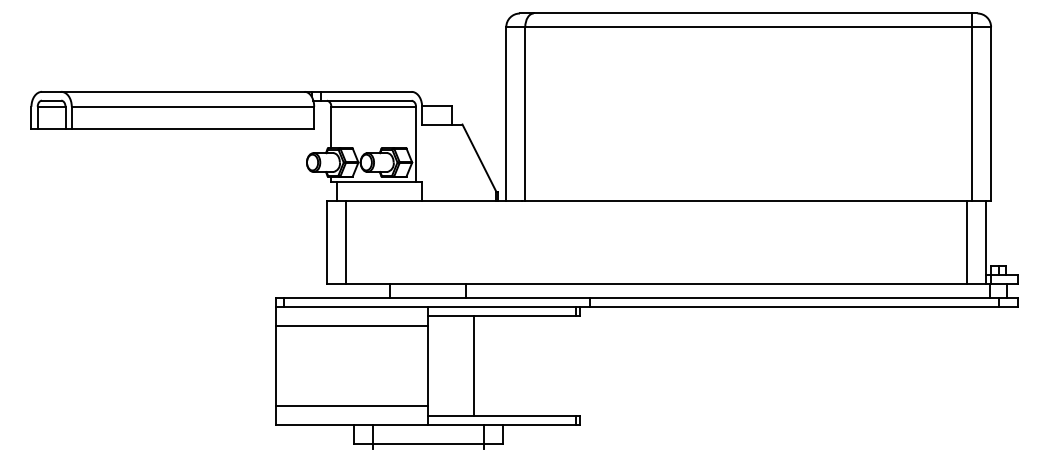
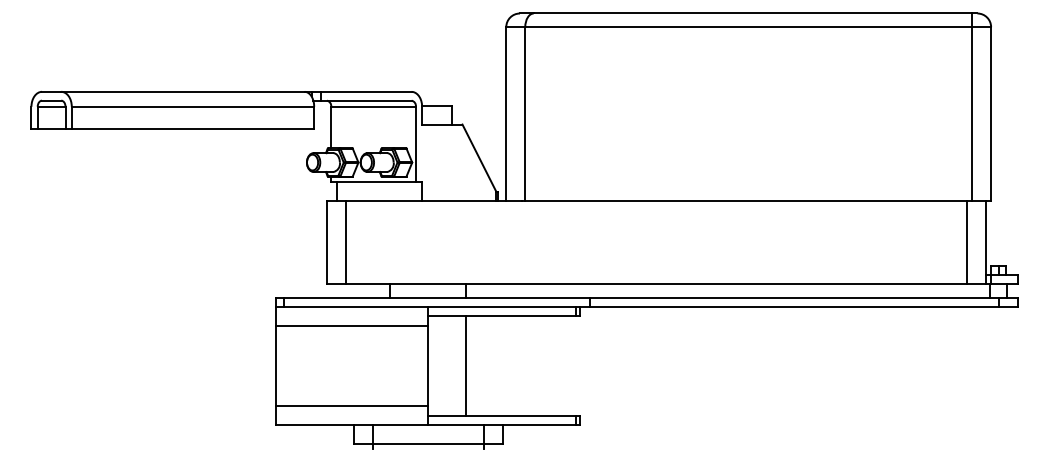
line at (474, 365) position: (474, 365) -> (466, 365)
